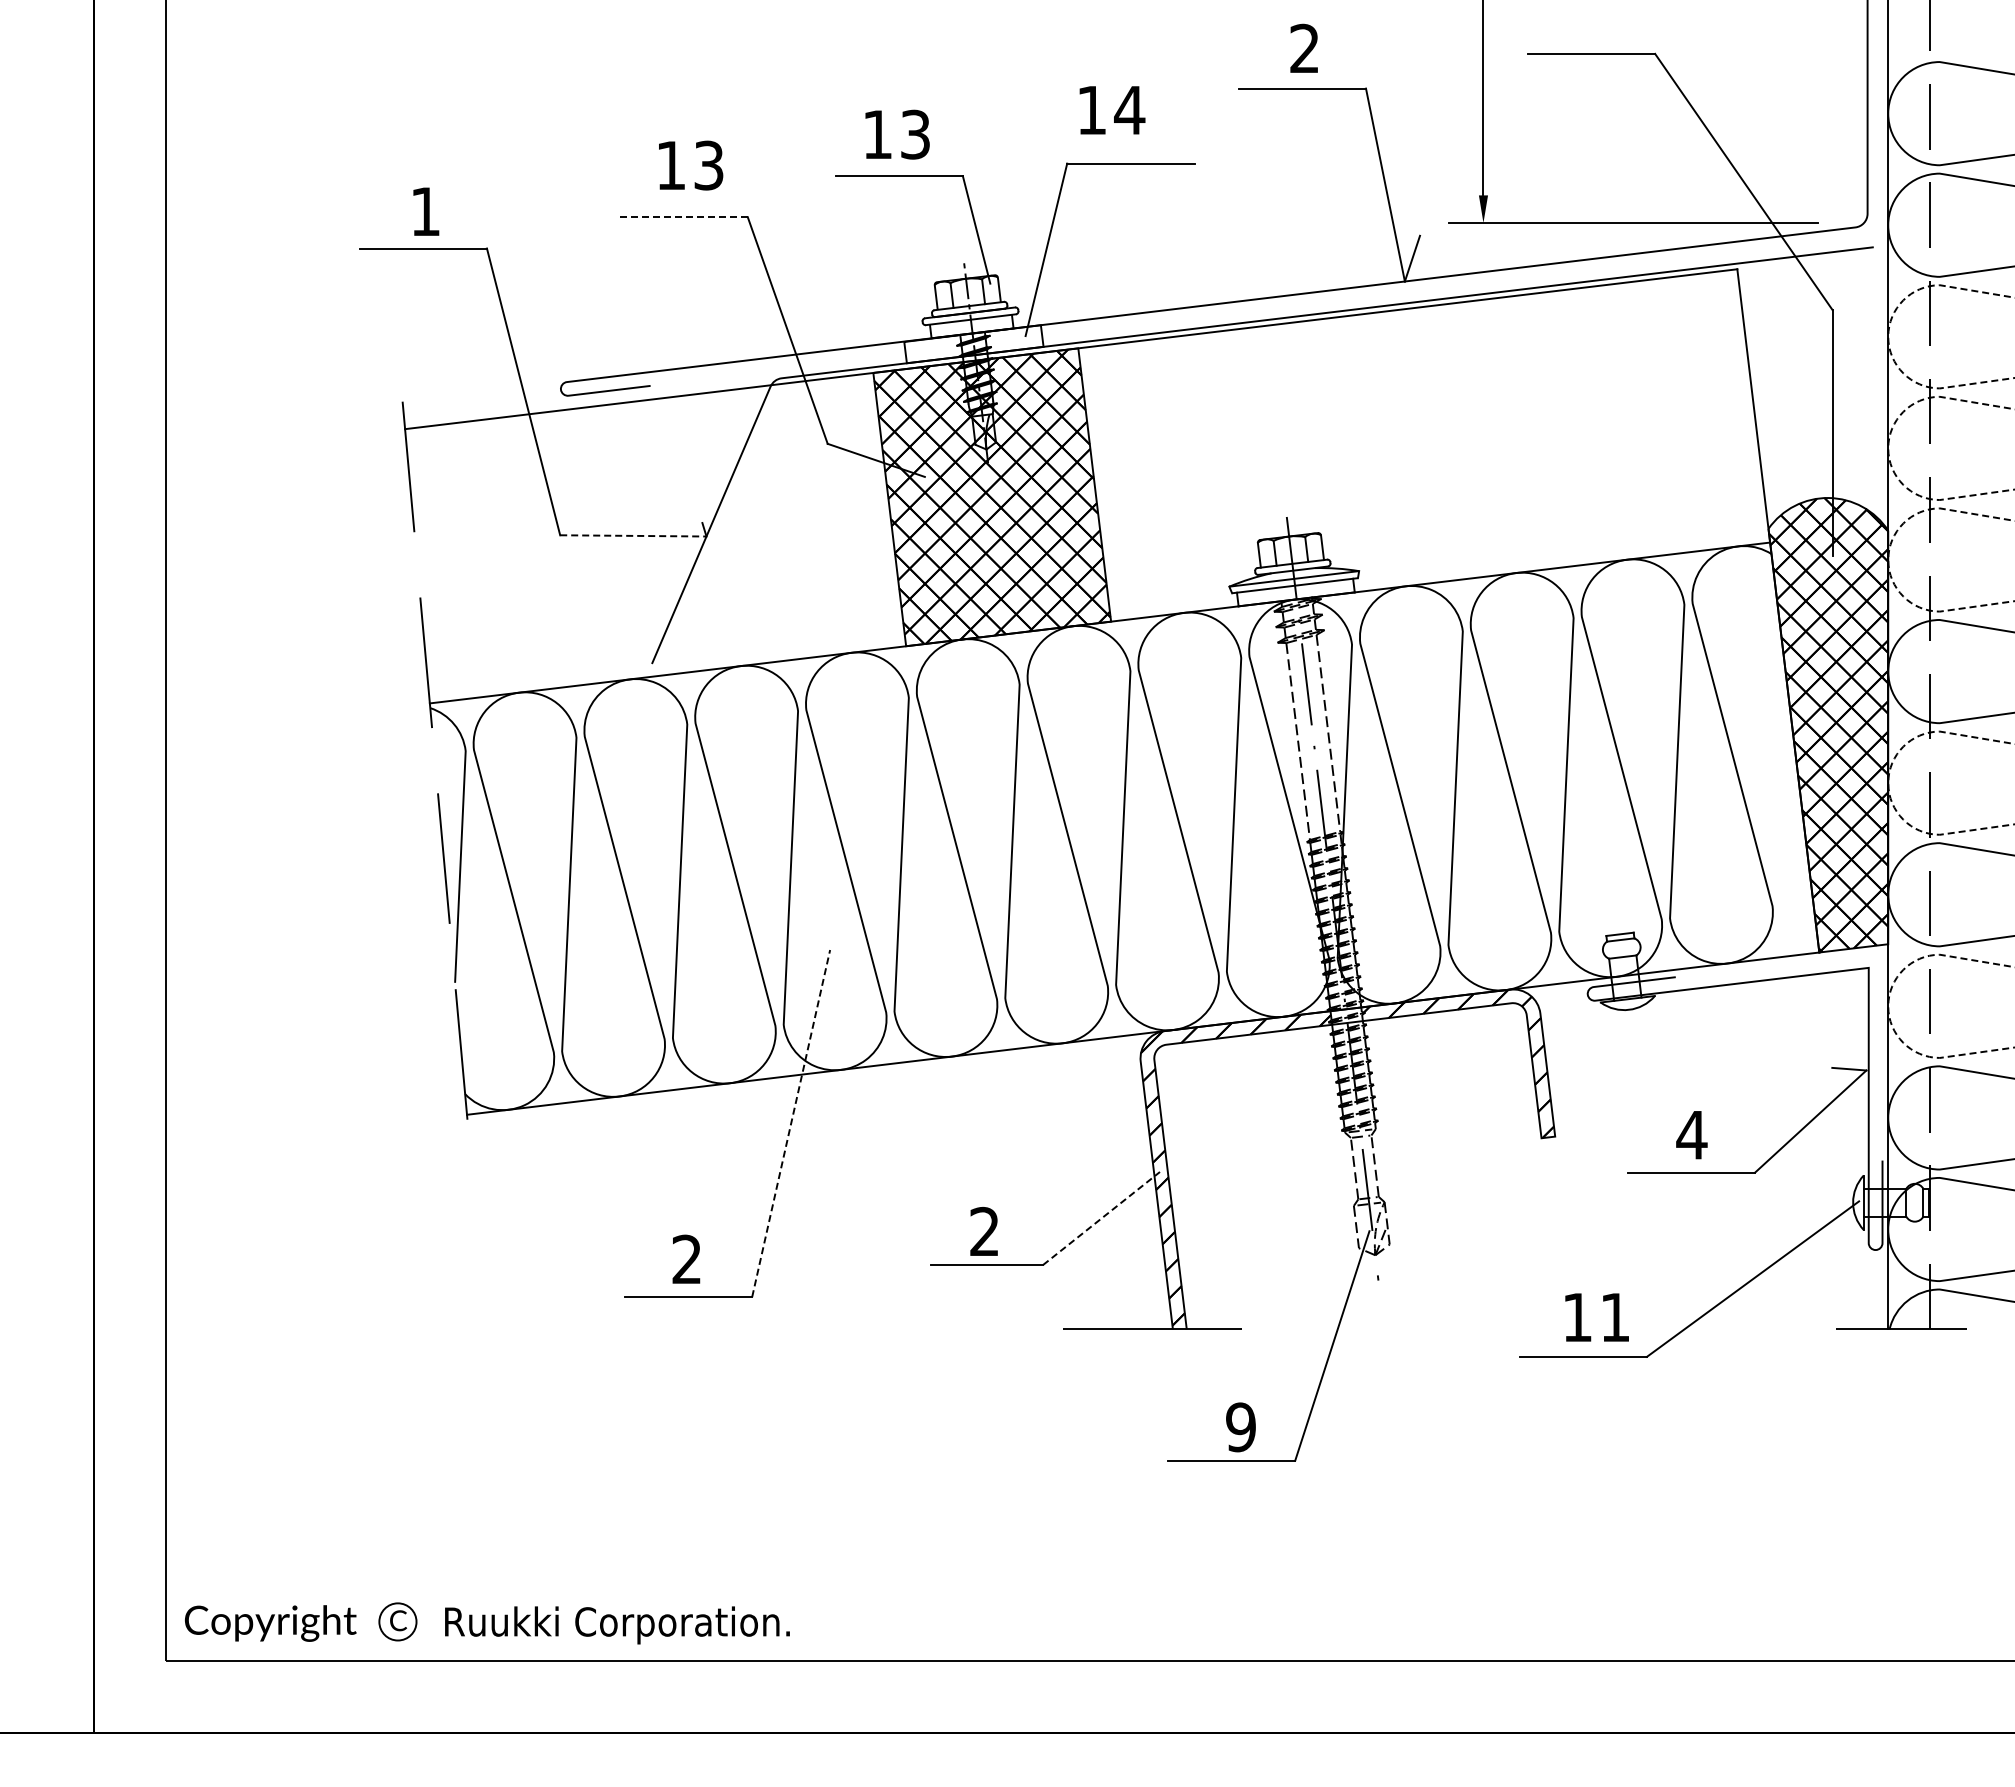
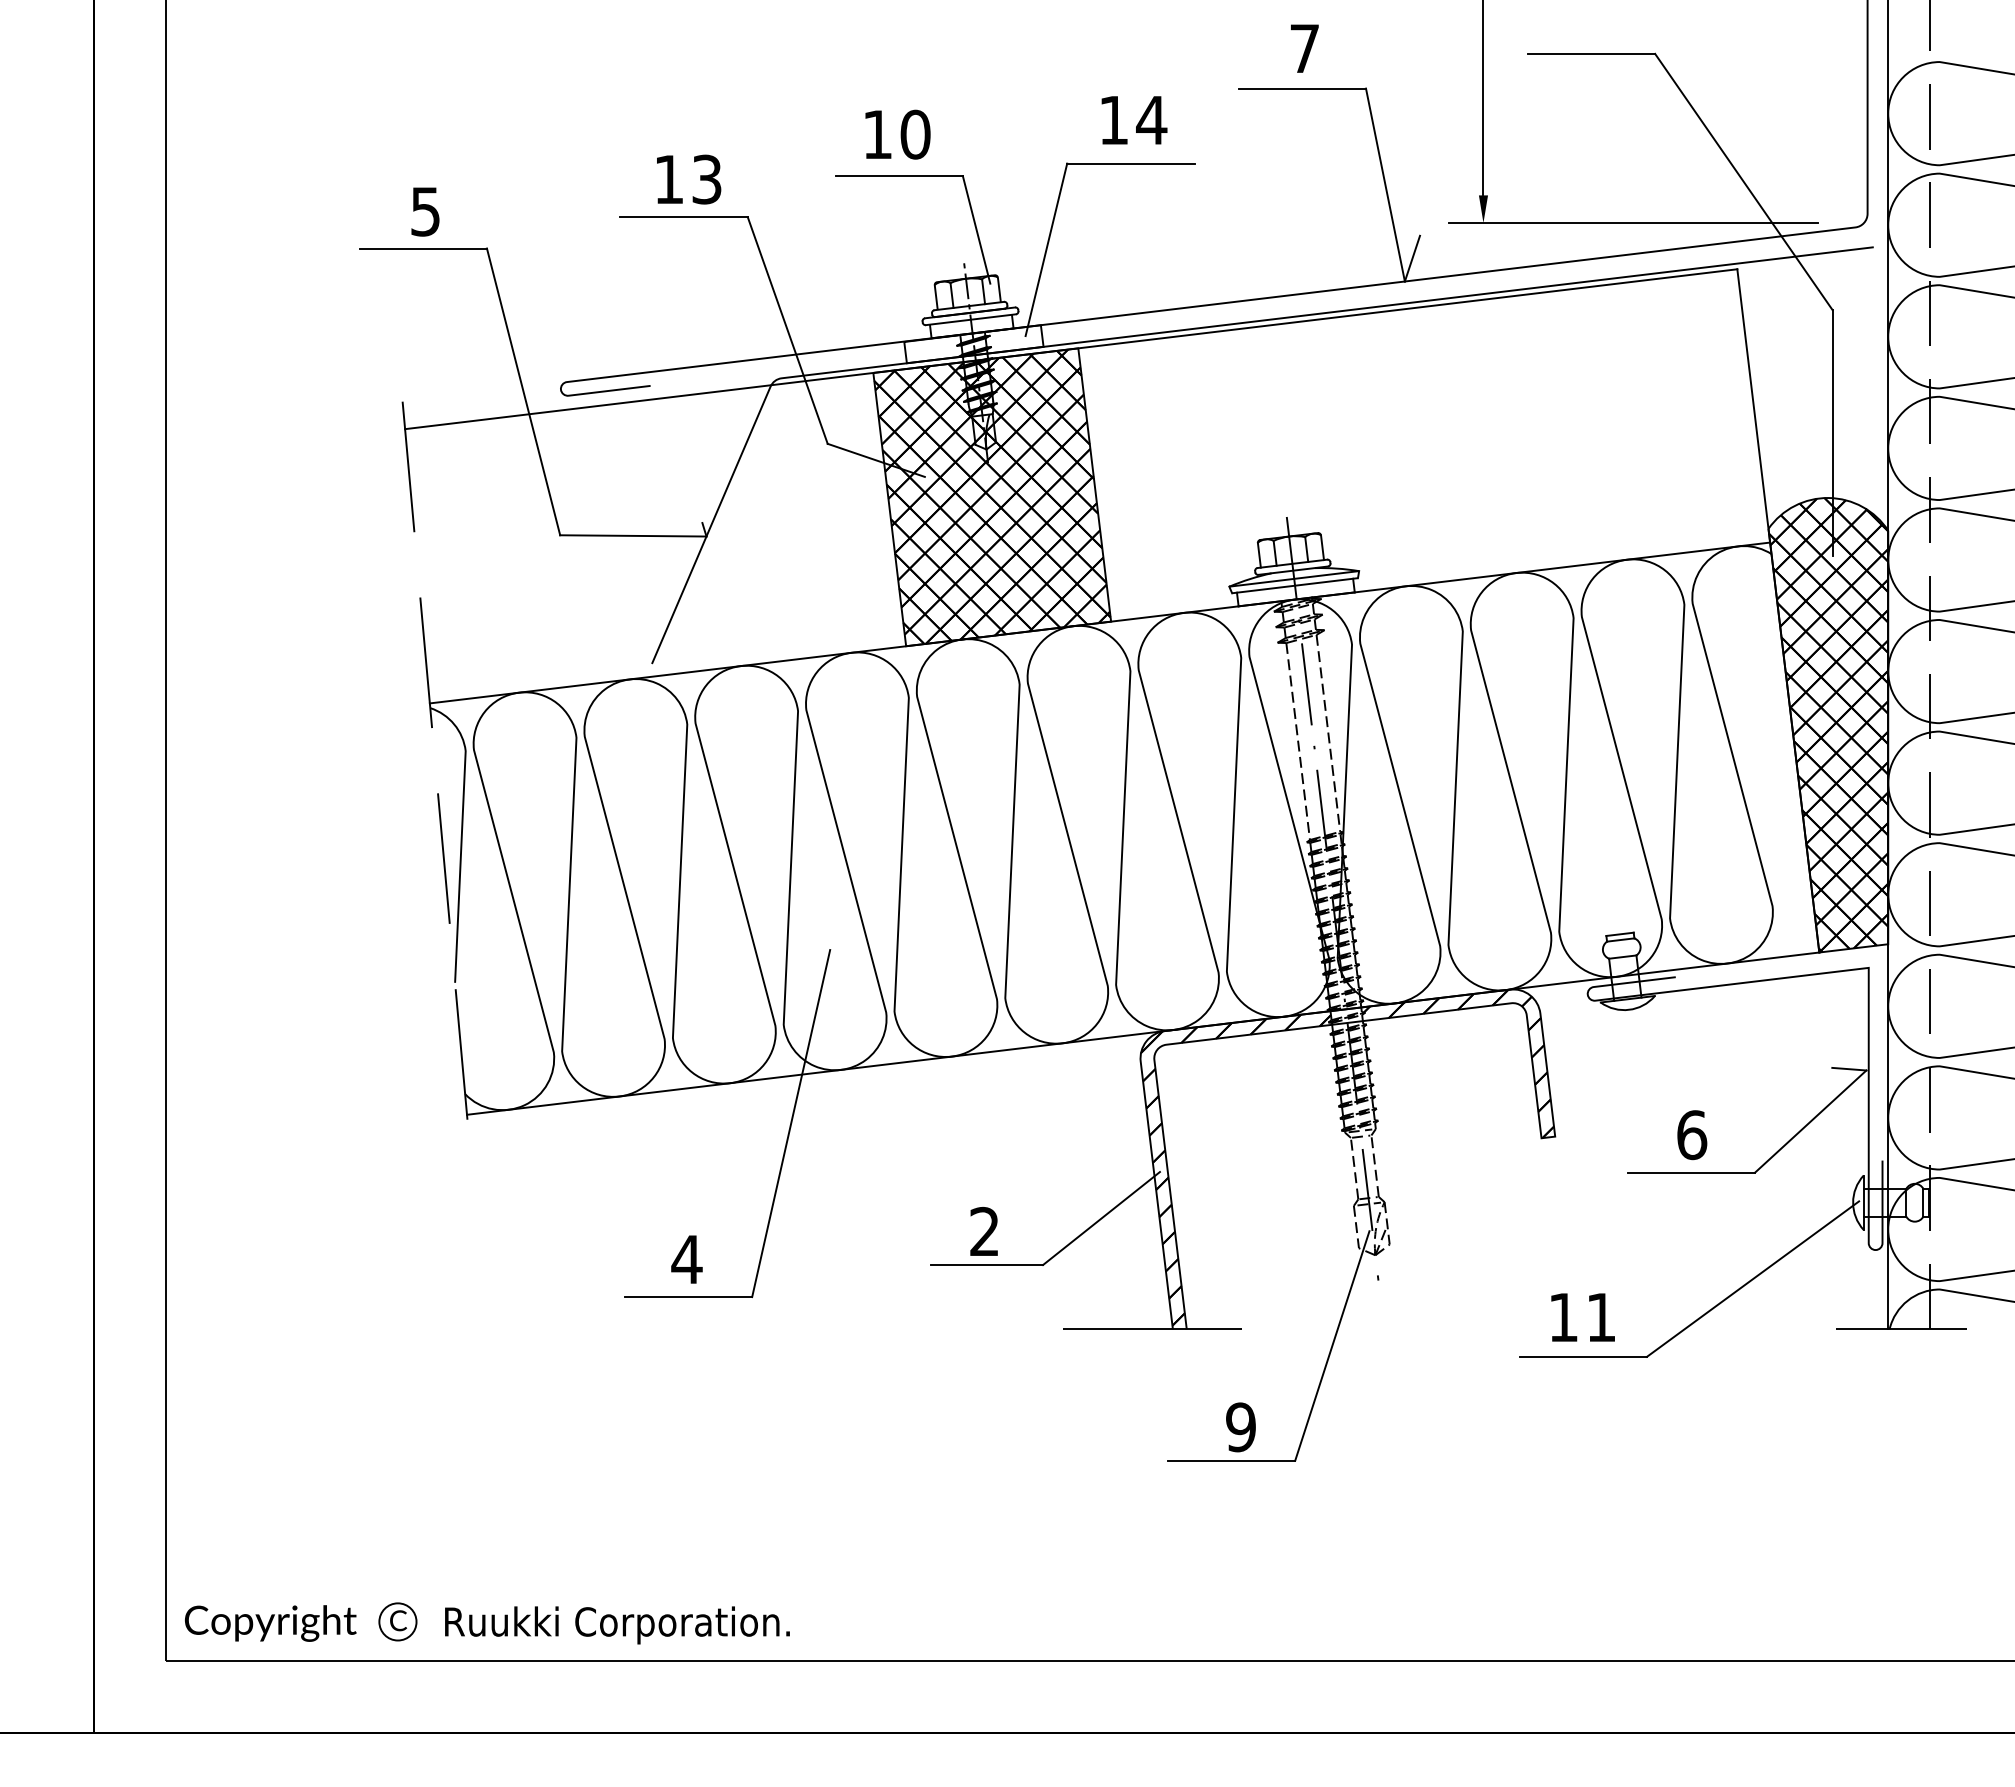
text at (1304, 47): 2 -> 7
text at (1112, 110) position: (1112, 110) -> (1134, 120)
text at (915, 134): 13 -> 10
text at (691, 165) position: (691, 165) -> (689, 179)
text at (425, 211): 1 -> 5
line at (684, 217): dashed -> solid
line at (1888, 336): dashed -> solid
line at (1888, 448): dashed -> solid
line at (633, 535): dashed -> solid
line at (1888, 560): dashed -> solid
line at (1888, 783): dashed -> solid
line at (1888, 1006): dashed -> solid
line at (791, 1123): dashed -> solid
text at (1691, 1135): 4 -> 6
line at (1101, 1218): dashed -> solid
text at (686, 1258): 2 -> 4
text at (1596, 1317) position: (1596, 1317) -> (1582, 1317)
